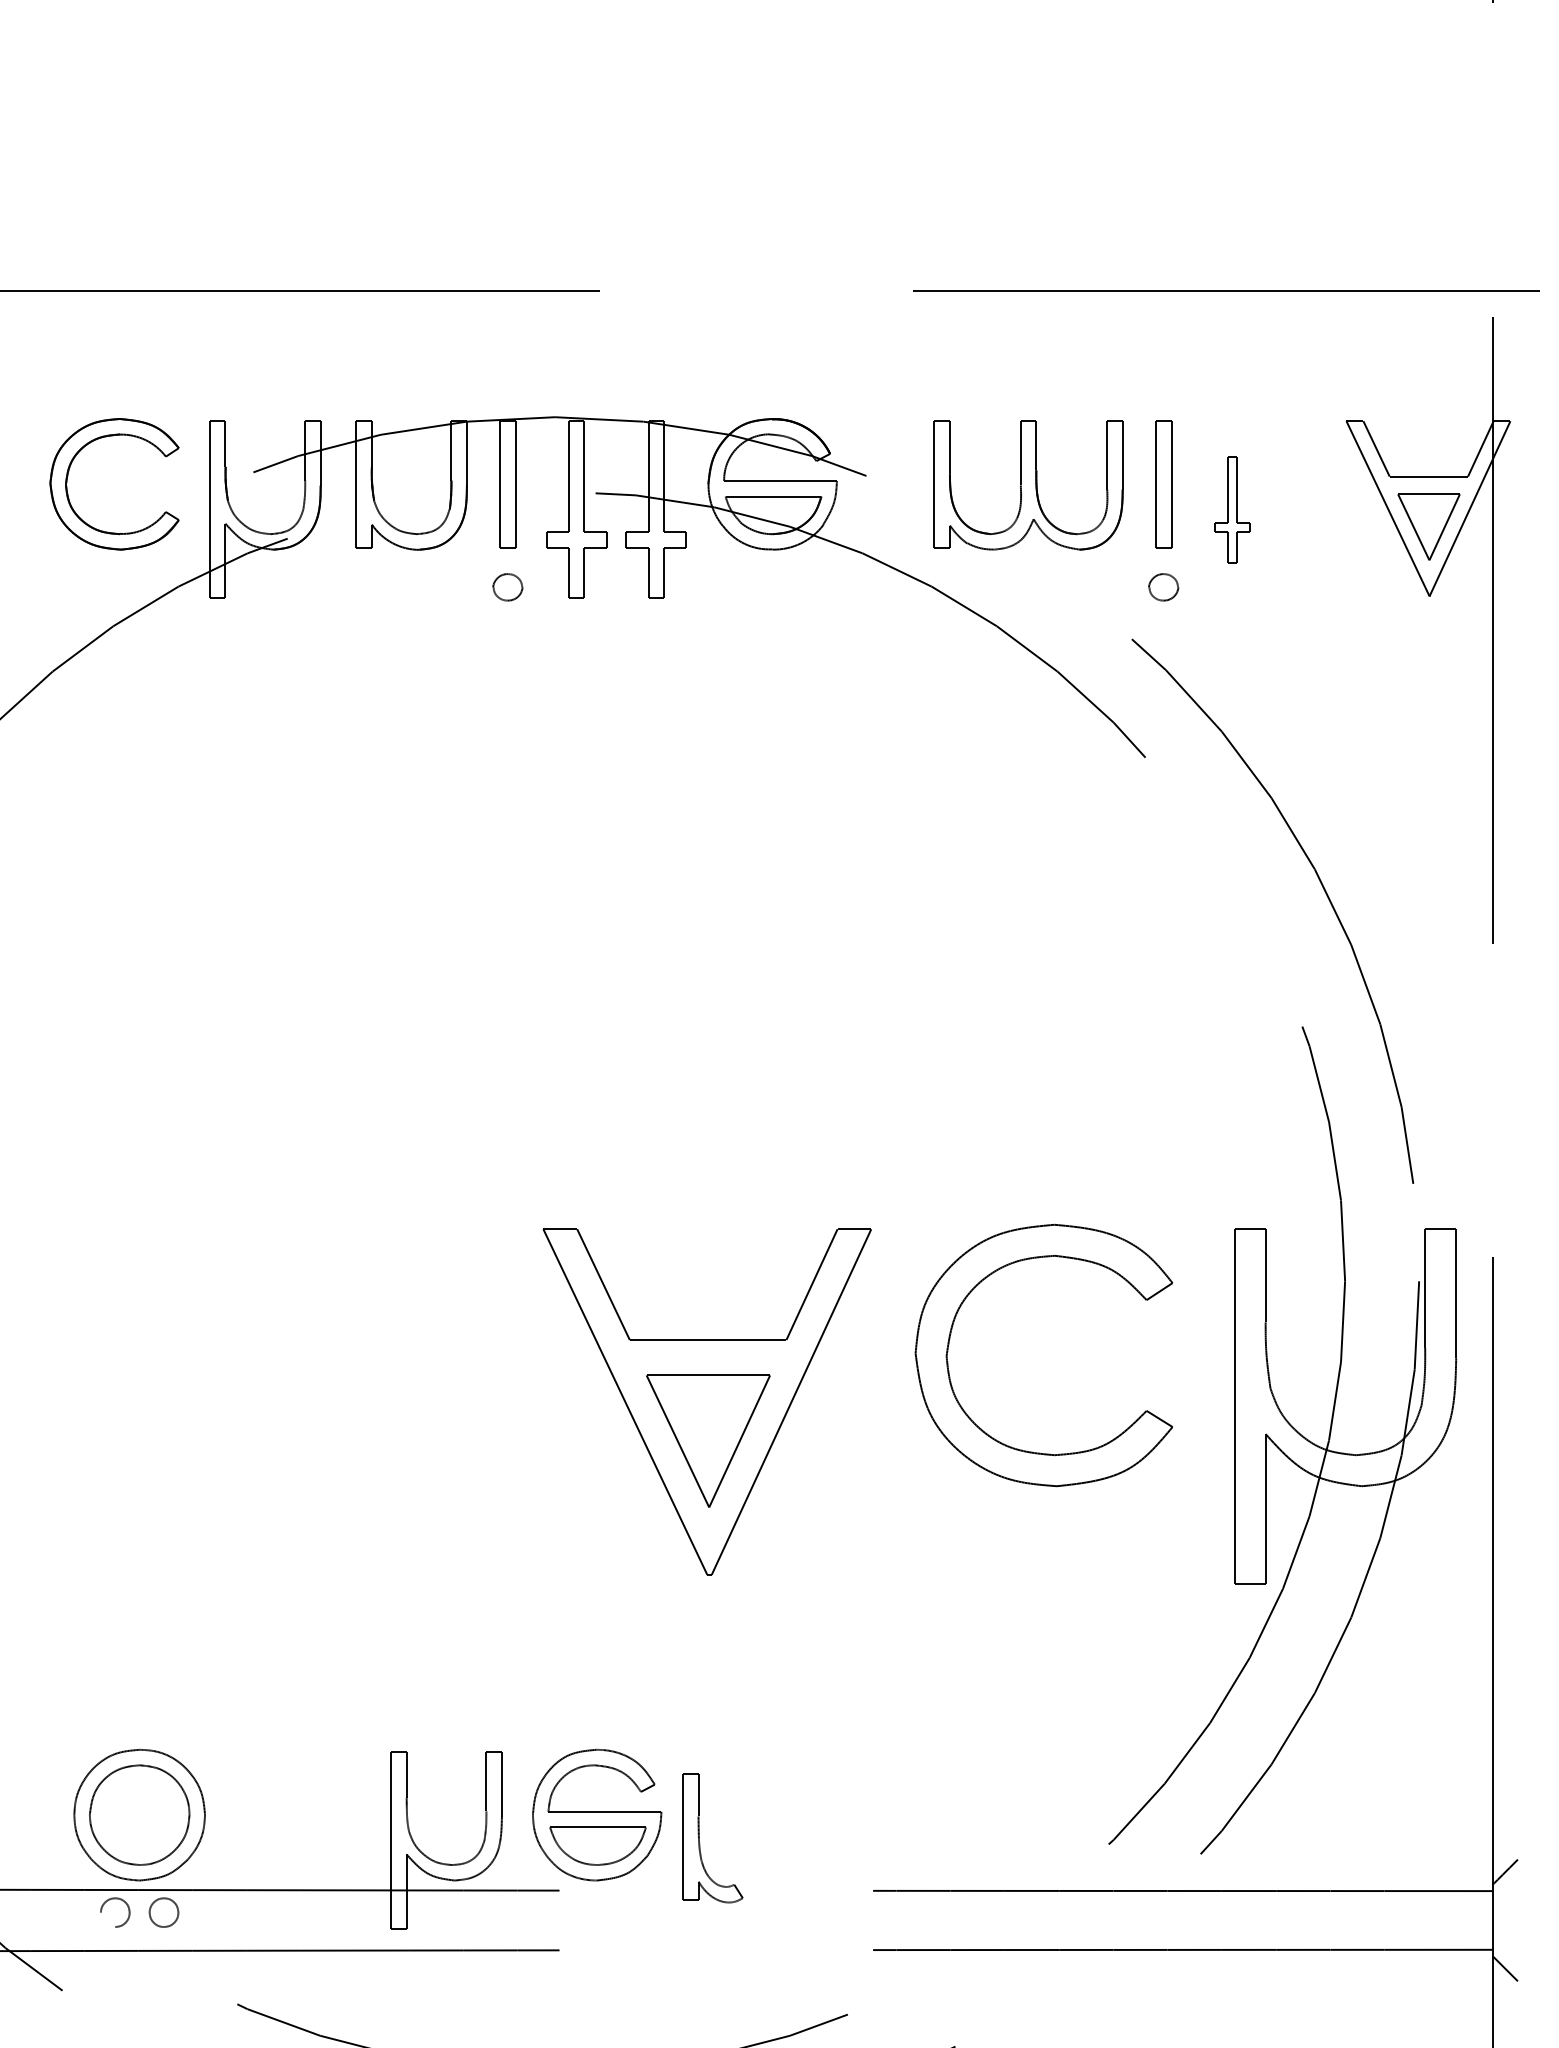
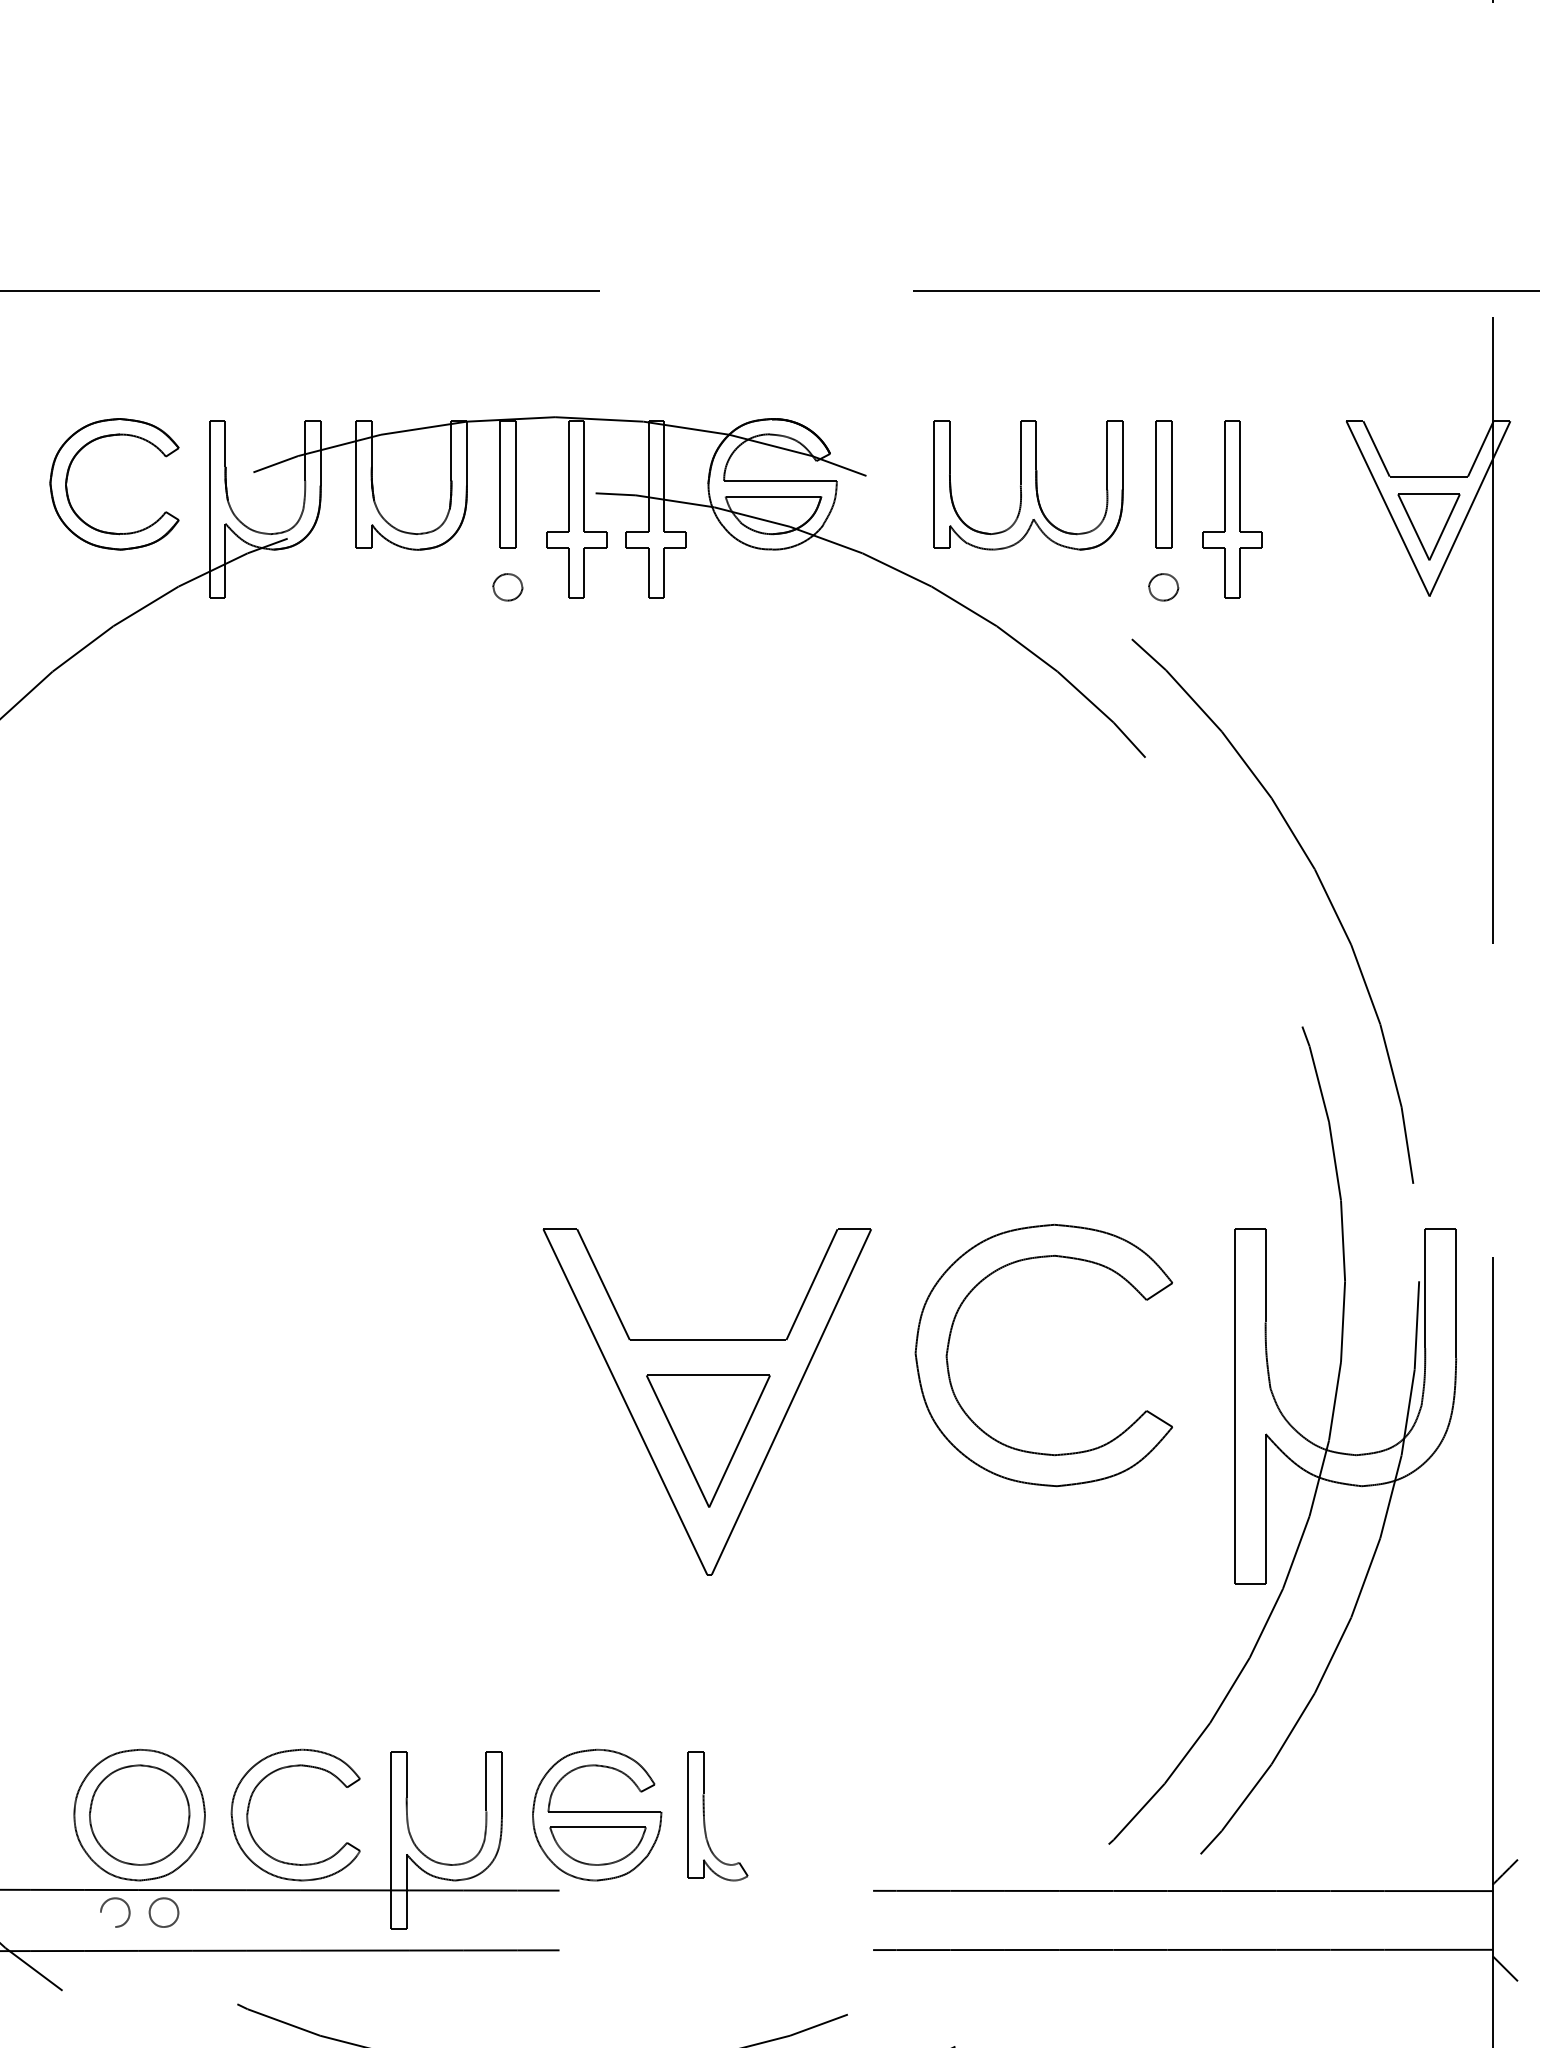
part at (1232, 509) size: 37x108 px -> 61x179 px
part at (250, 1803): none -> present
part at (699, 1838) position: (699, 1838) -> (704, 1816)
